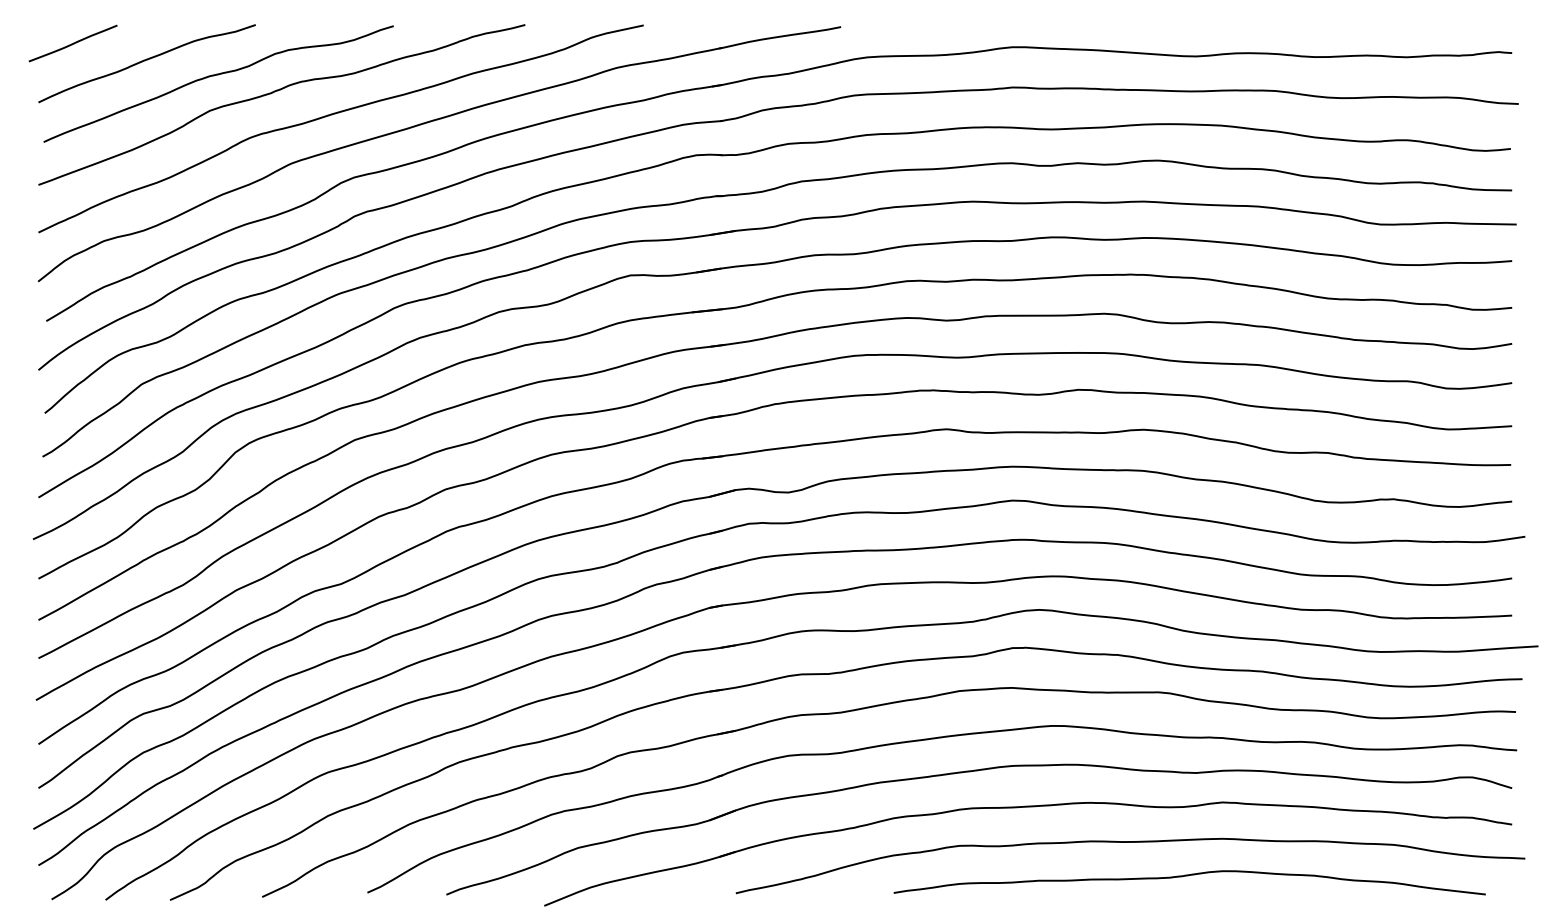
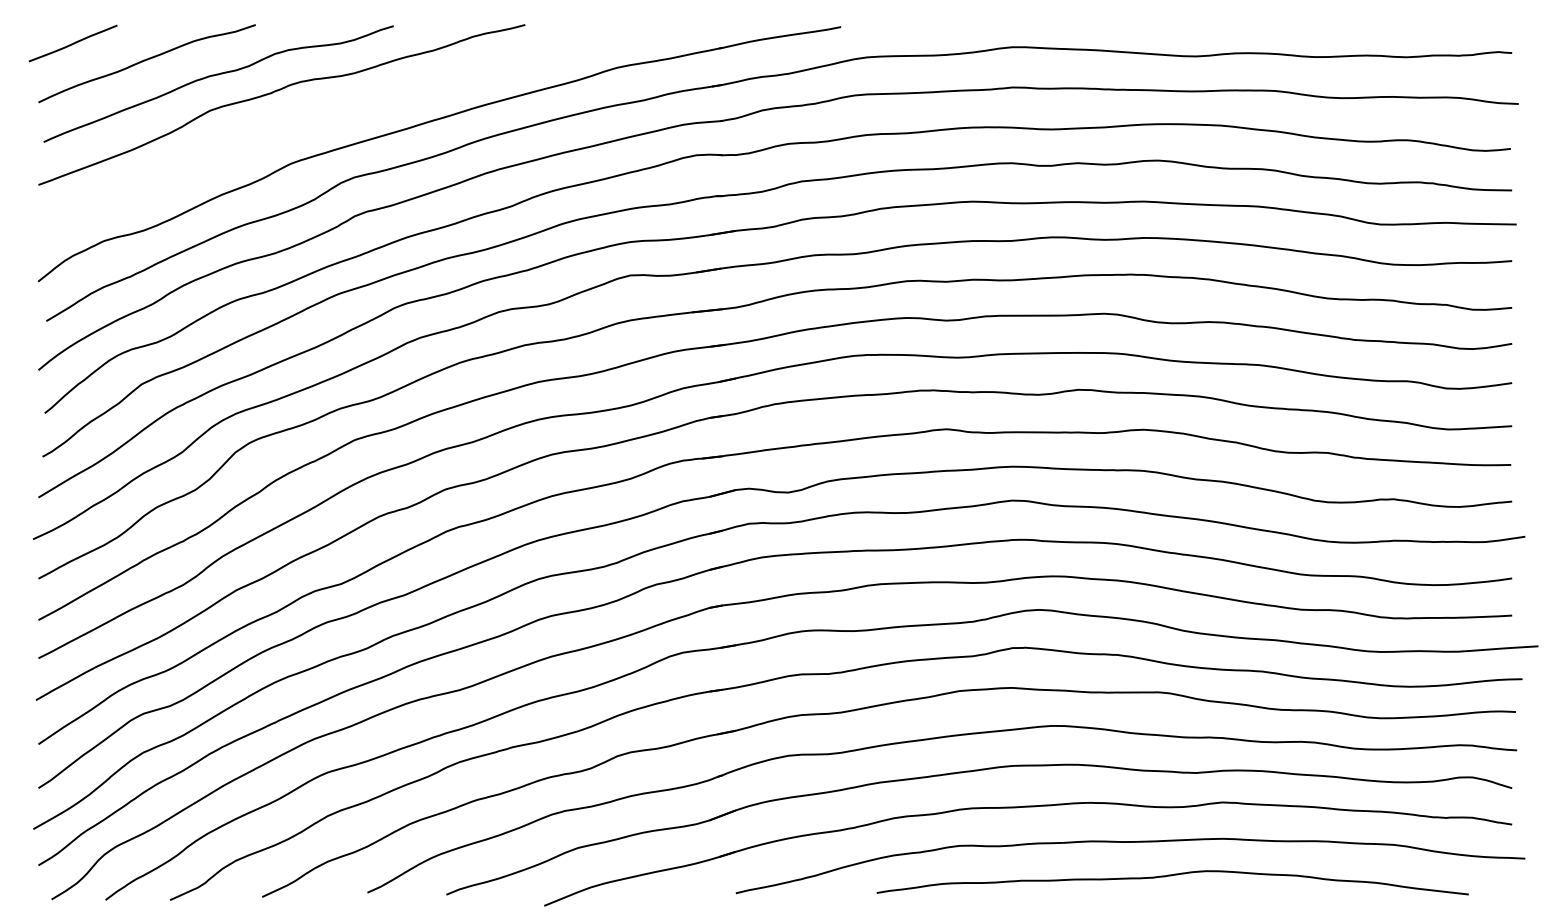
curve at (335, 114): present -> none
curve at (1188, 876) position: (1188, 876) -> (1171, 876)
